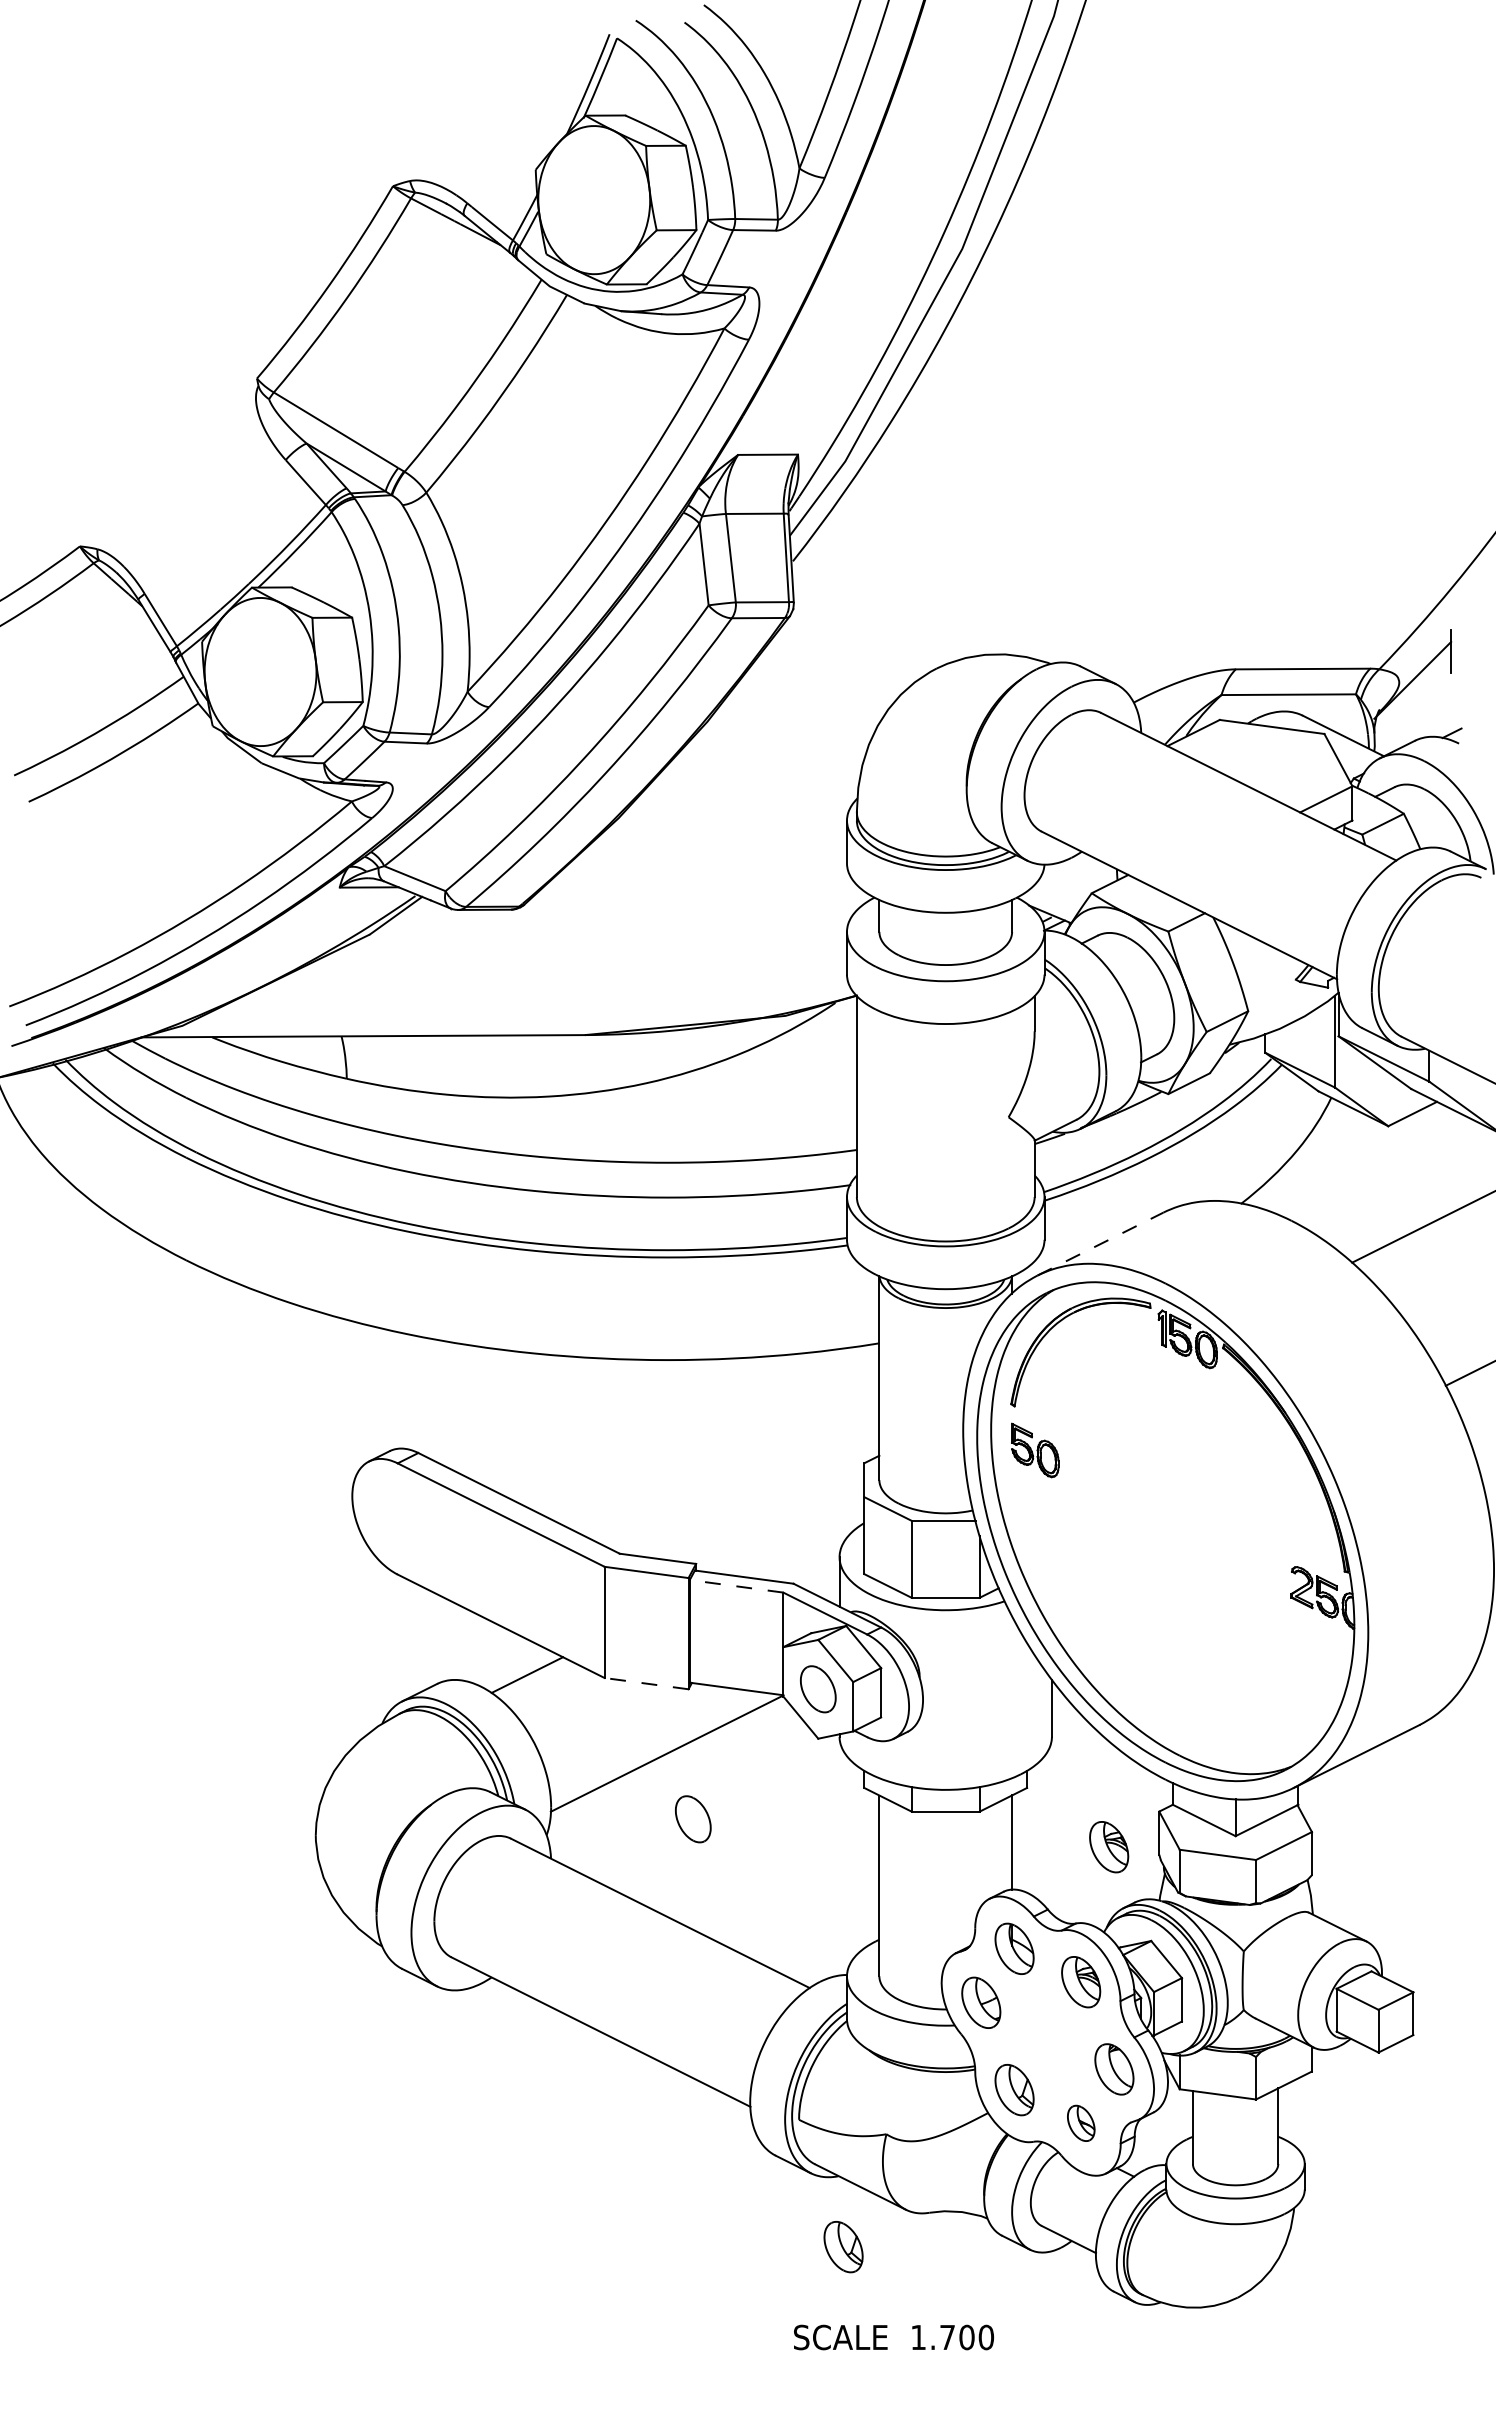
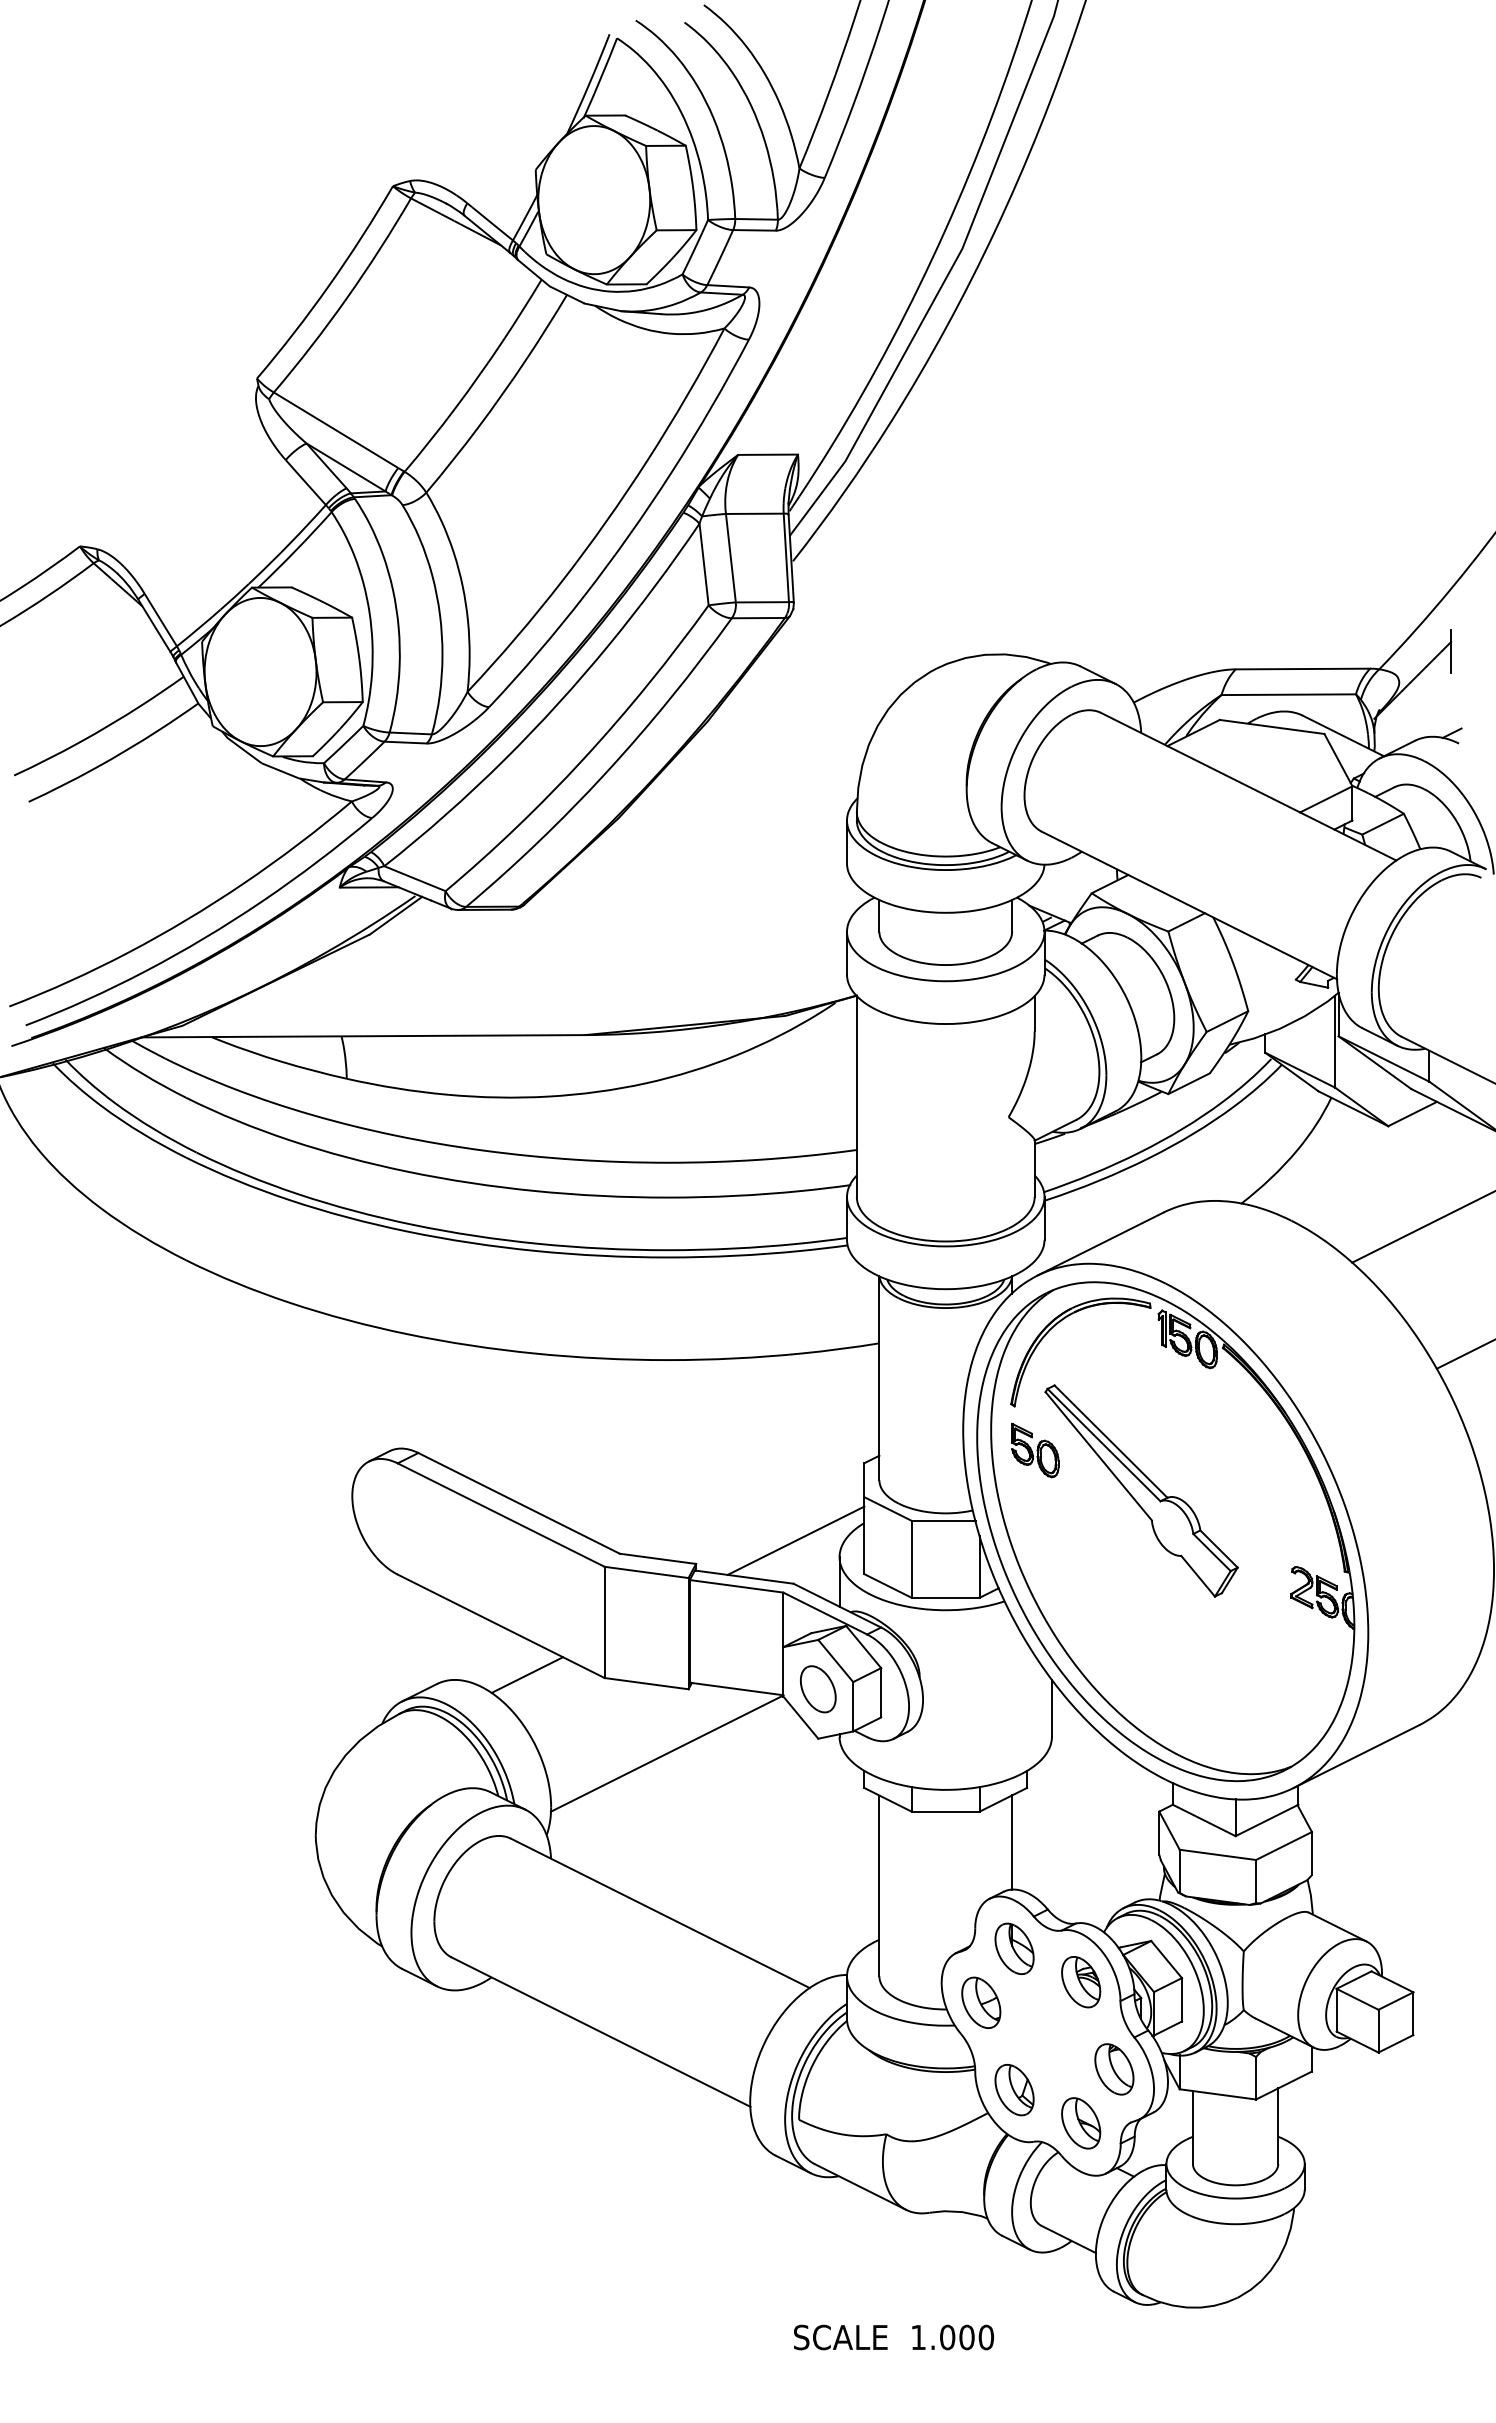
line at (1100, 1243): dashed -> solid
line at (1468, 1373) position: (1468, 1373) -> (1464, 1354)
part at (1141, 1490): none -> present
line at (795, 1540): none -> present
line at (736, 1586): dashed -> solid
line at (646, 1683): dashed -> solid
part at (693, 1819): present -> none
part at (1109, 1847): present -> none
part at (1081, 2122) size: 29x38 px -> 41x53 px
part at (843, 2247): present -> none
text at (947, 2337): 1.700 -> 1.000
